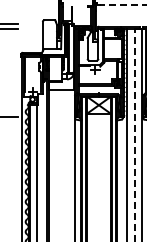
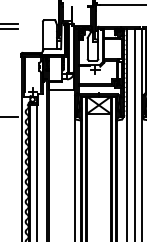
line at (122, 5): dashed -> solid
line at (134, 134): dashed -> solid
